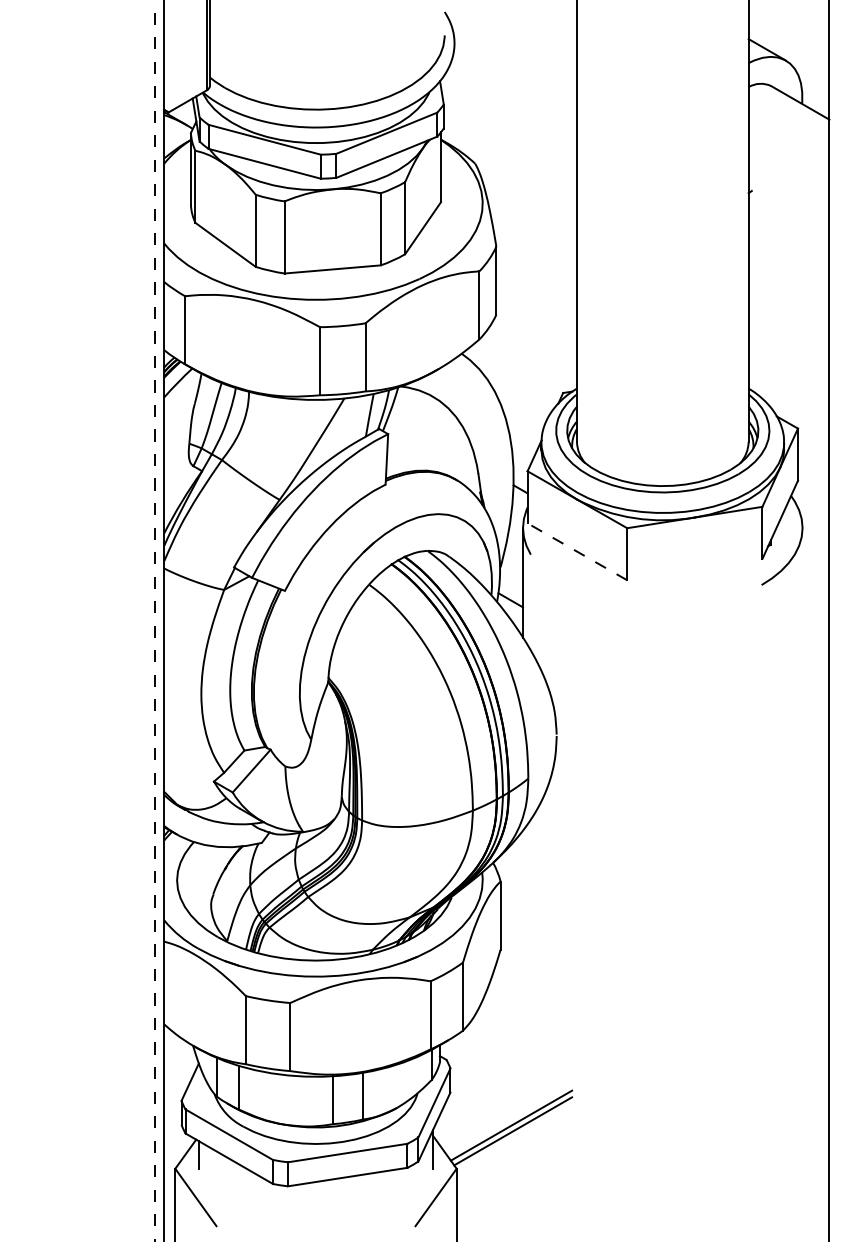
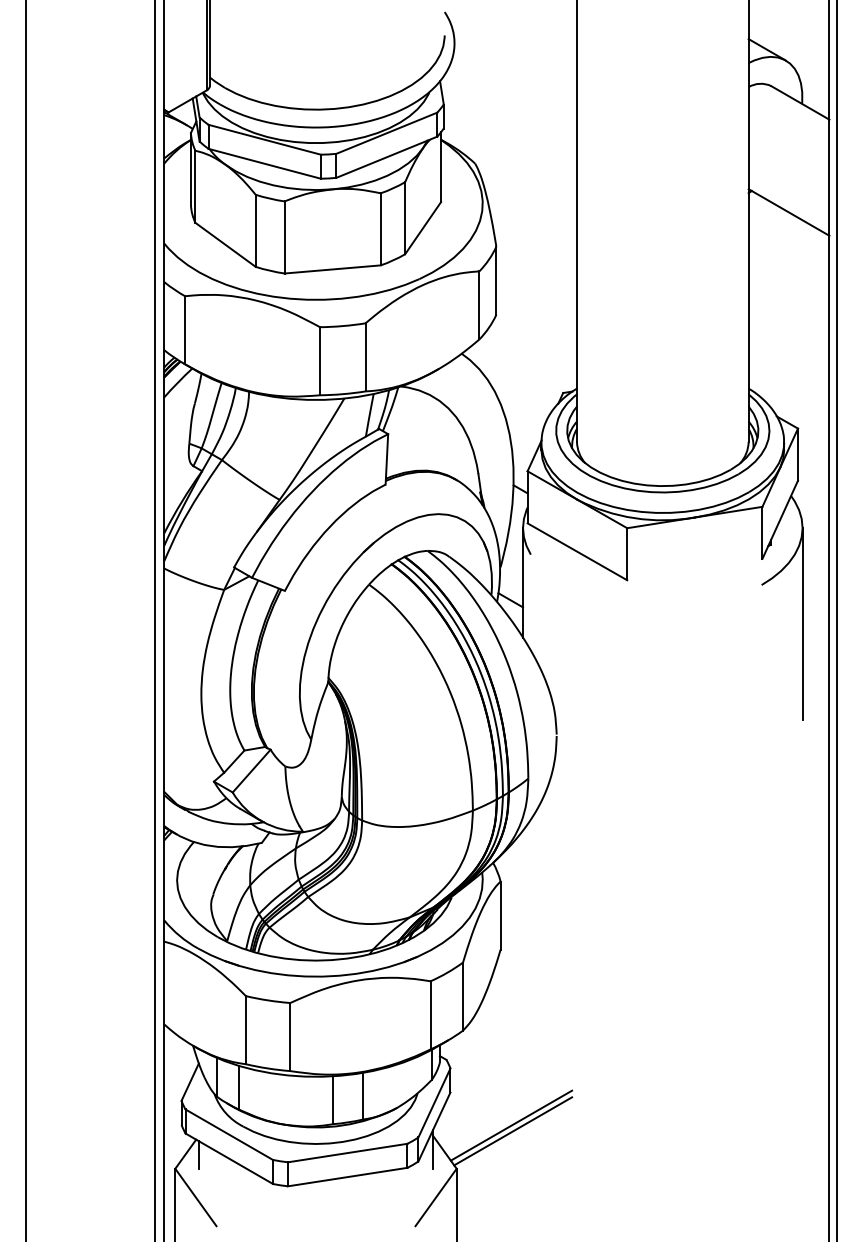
line at (788, 212): none -> present
line at (577, 551): dashed -> solid
line at (26, 620): none -> present
line at (155, 620): dashed -> solid
line at (836, 620): none -> present
line at (802, 624): none -> present
